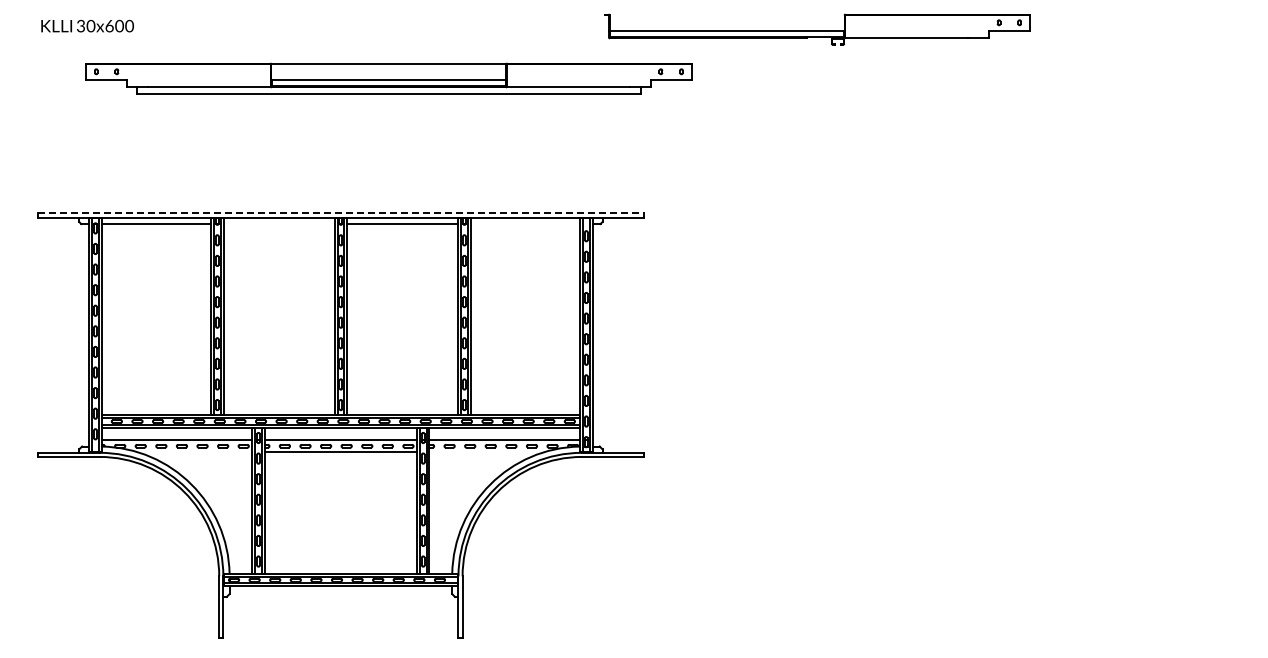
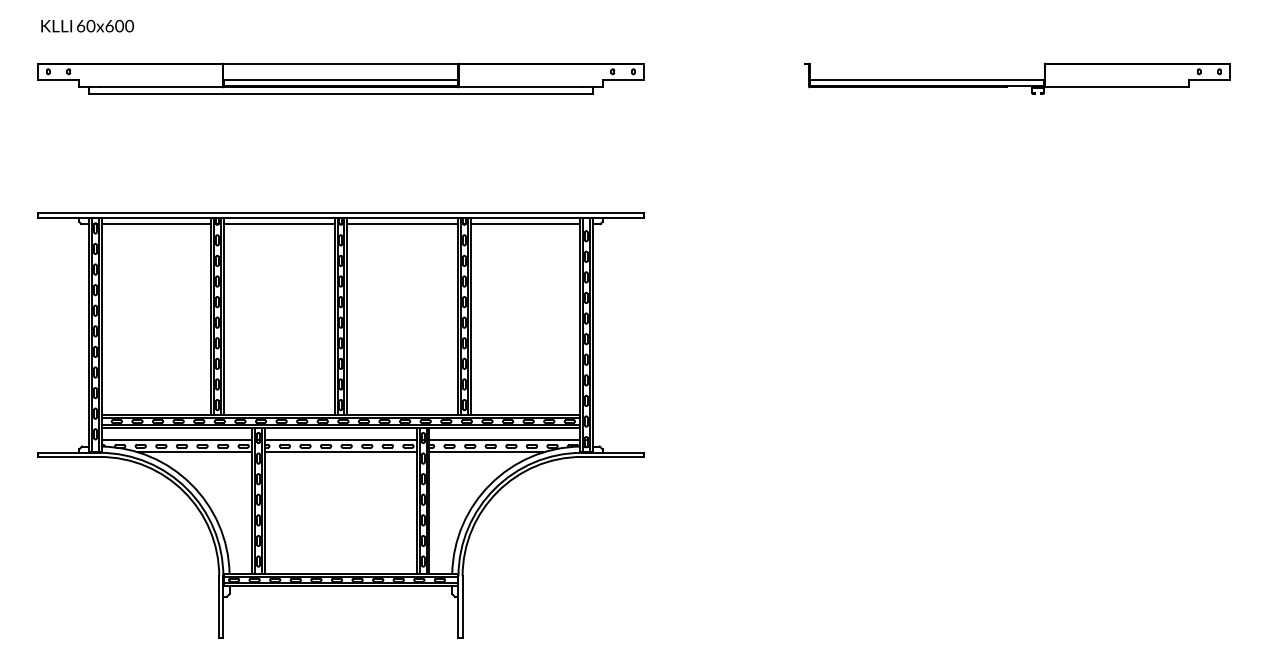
text at (81, 25): 30x600 -> 60x600
part at (817, 29) position: (817, 29) -> (1017, 78)
part at (388, 78) position: (388, 78) -> (340, 78)
line at (340, 212): dashed -> solid
line at (278, 224): none -> present
line at (525, 224): none -> present
line at (195, 452): none -> present
line at (486, 452): none -> present
